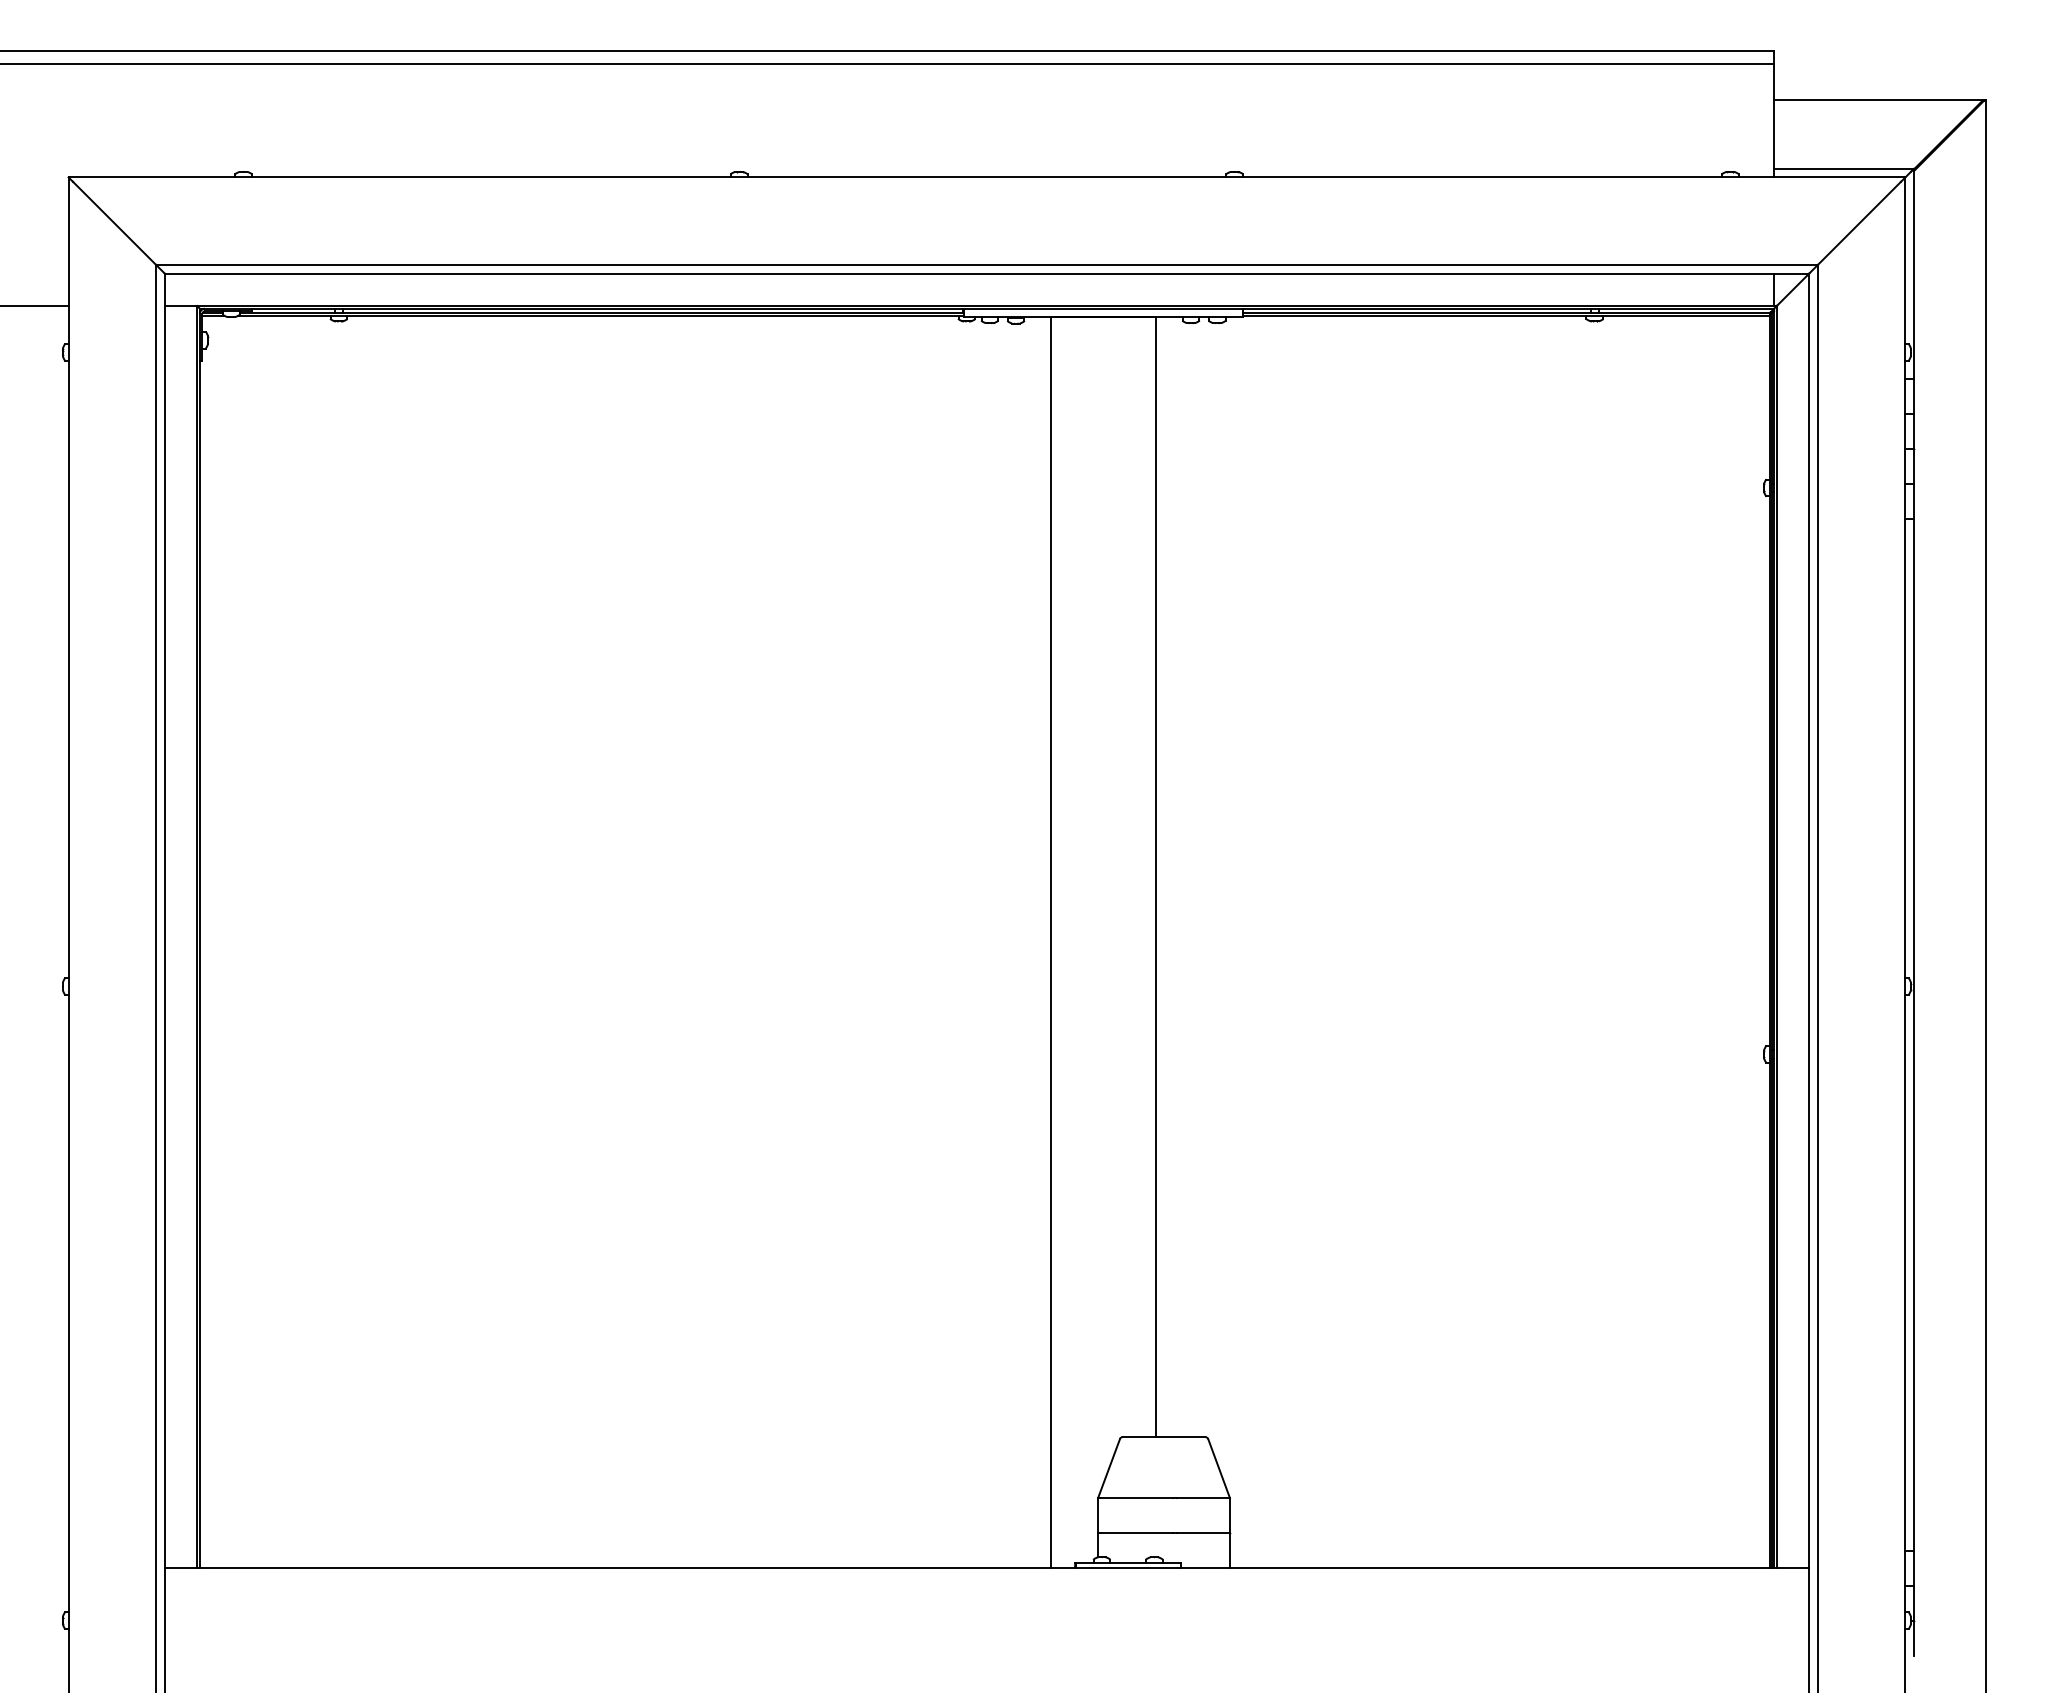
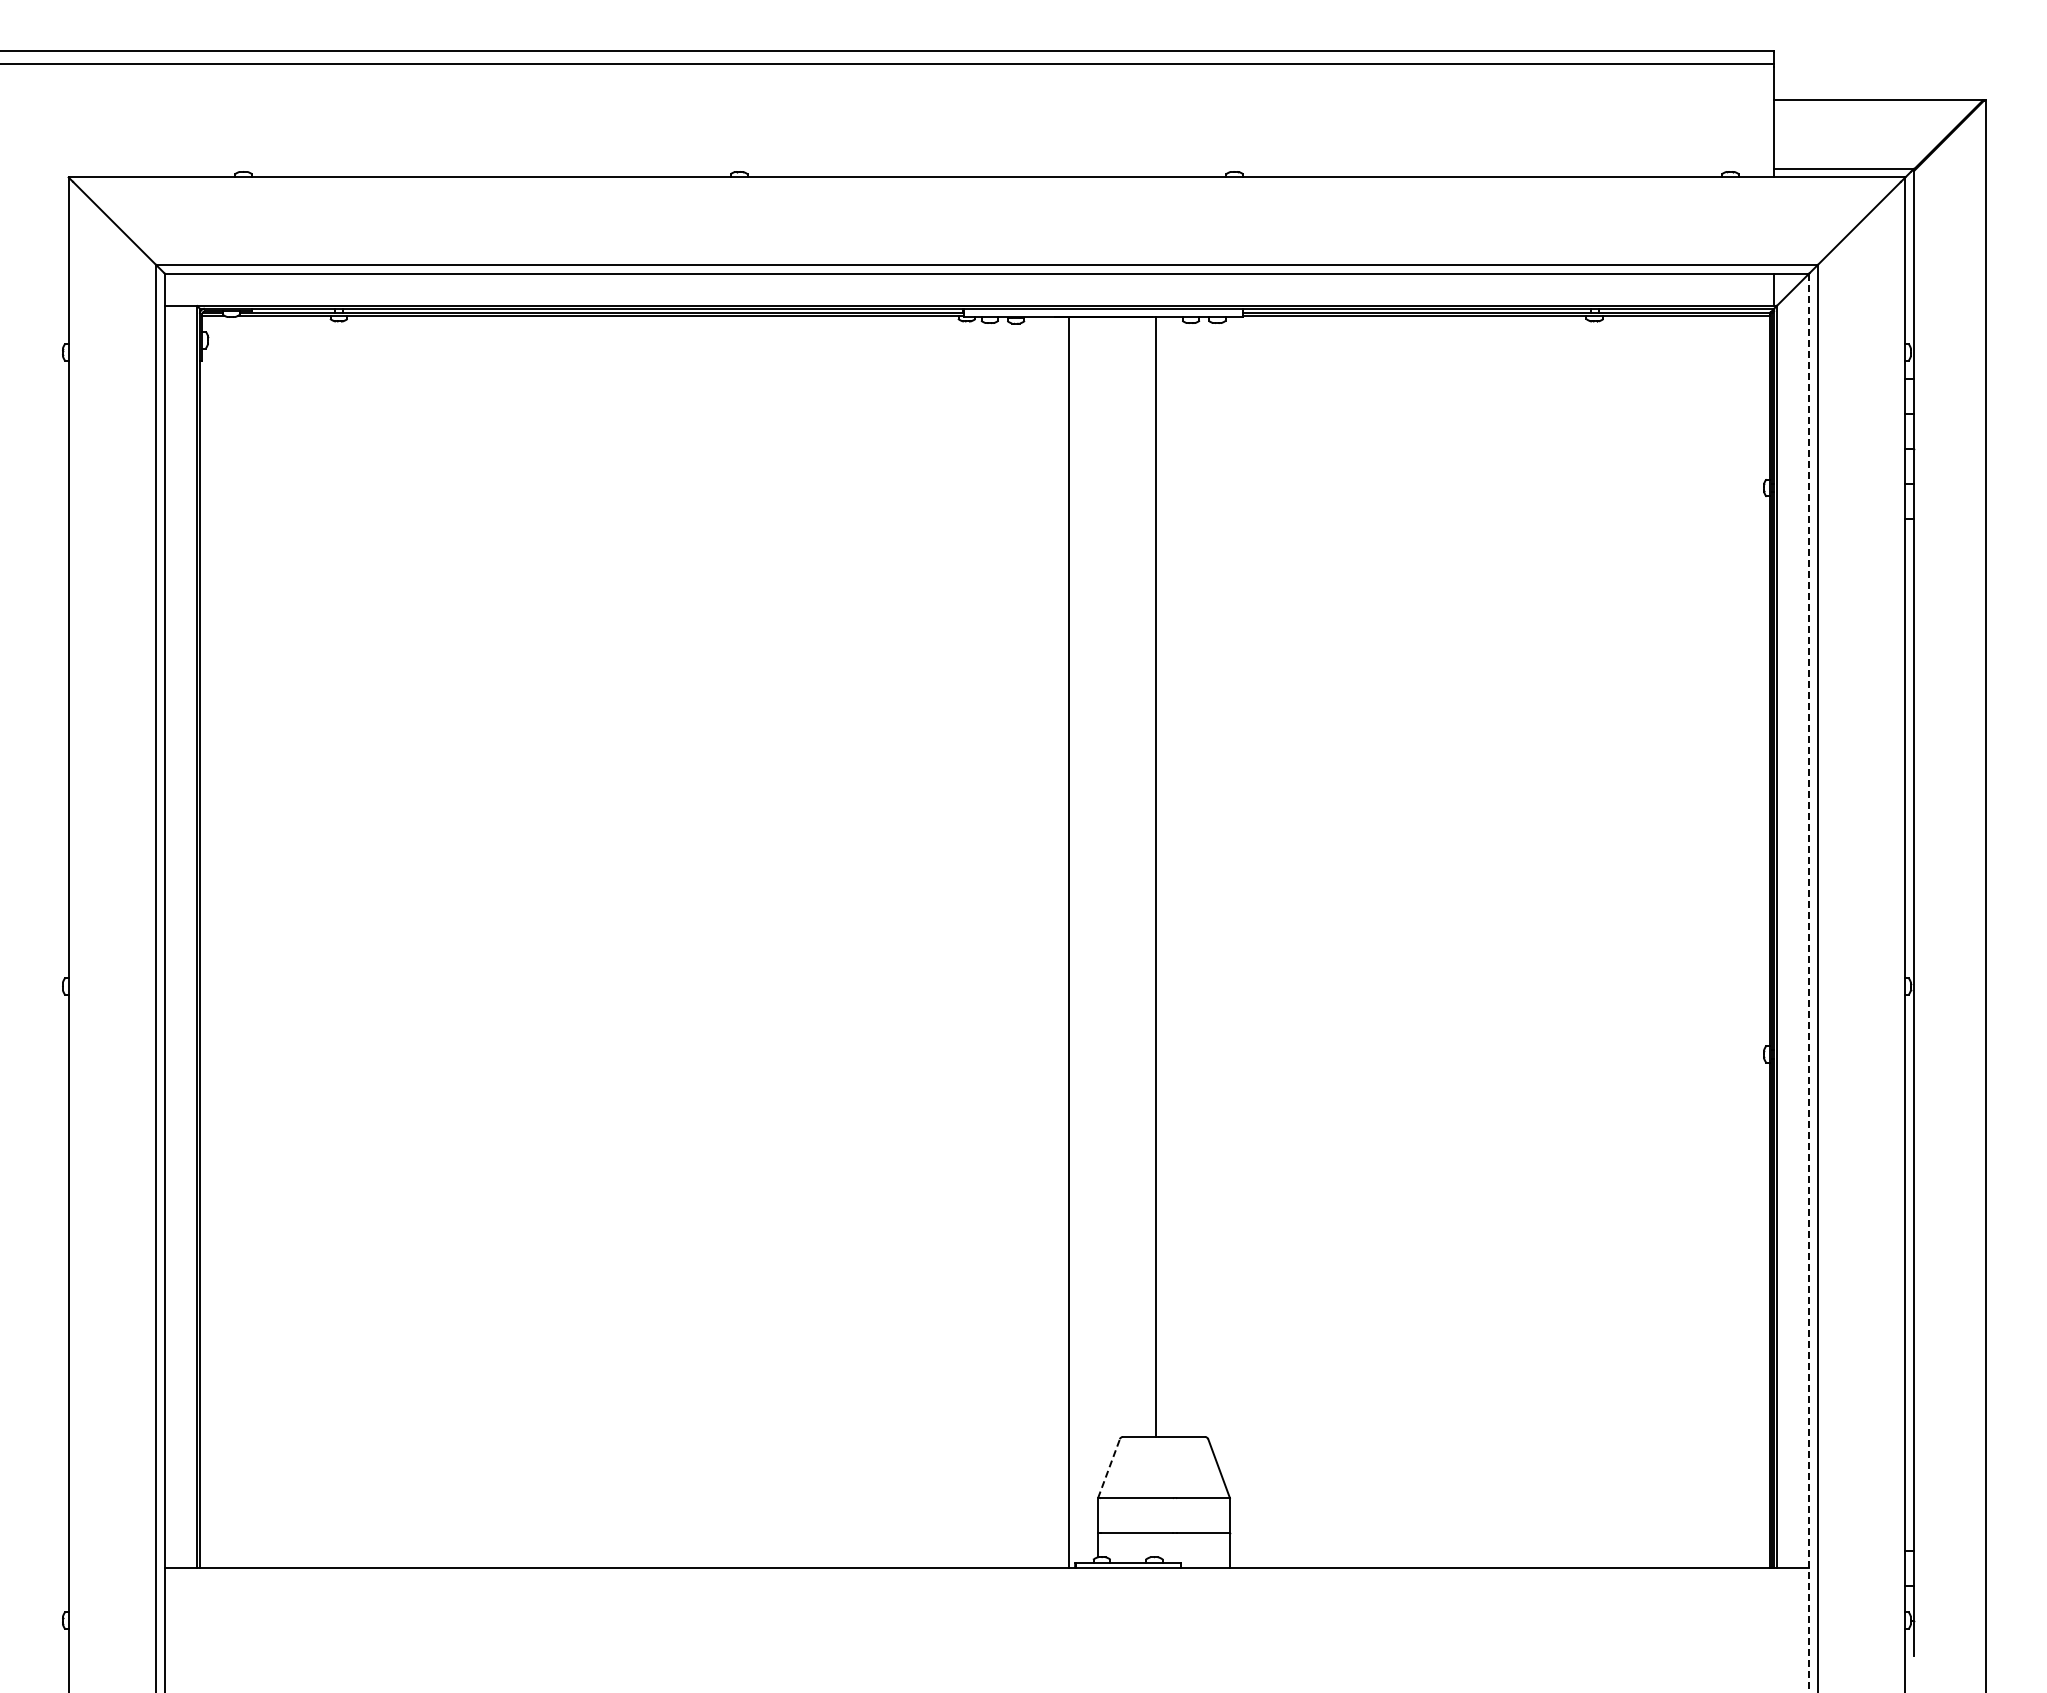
line at (35, 306): present -> none
line at (1051, 942) position: (1051, 942) -> (1069, 942)
line at (1809, 982): solid -> dashed
line at (1109, 1468): solid -> dashed
